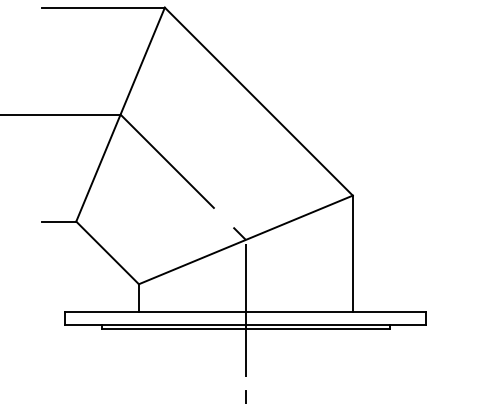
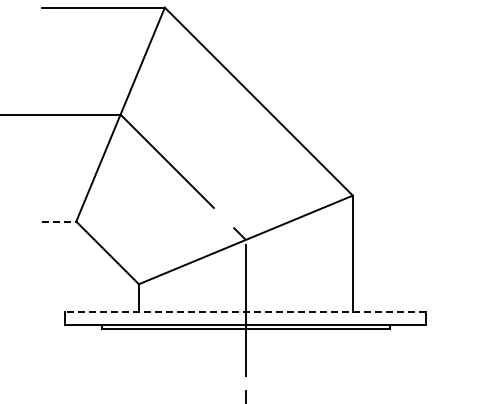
line at (59, 221): solid -> dashed
line at (245, 311): solid -> dashed
